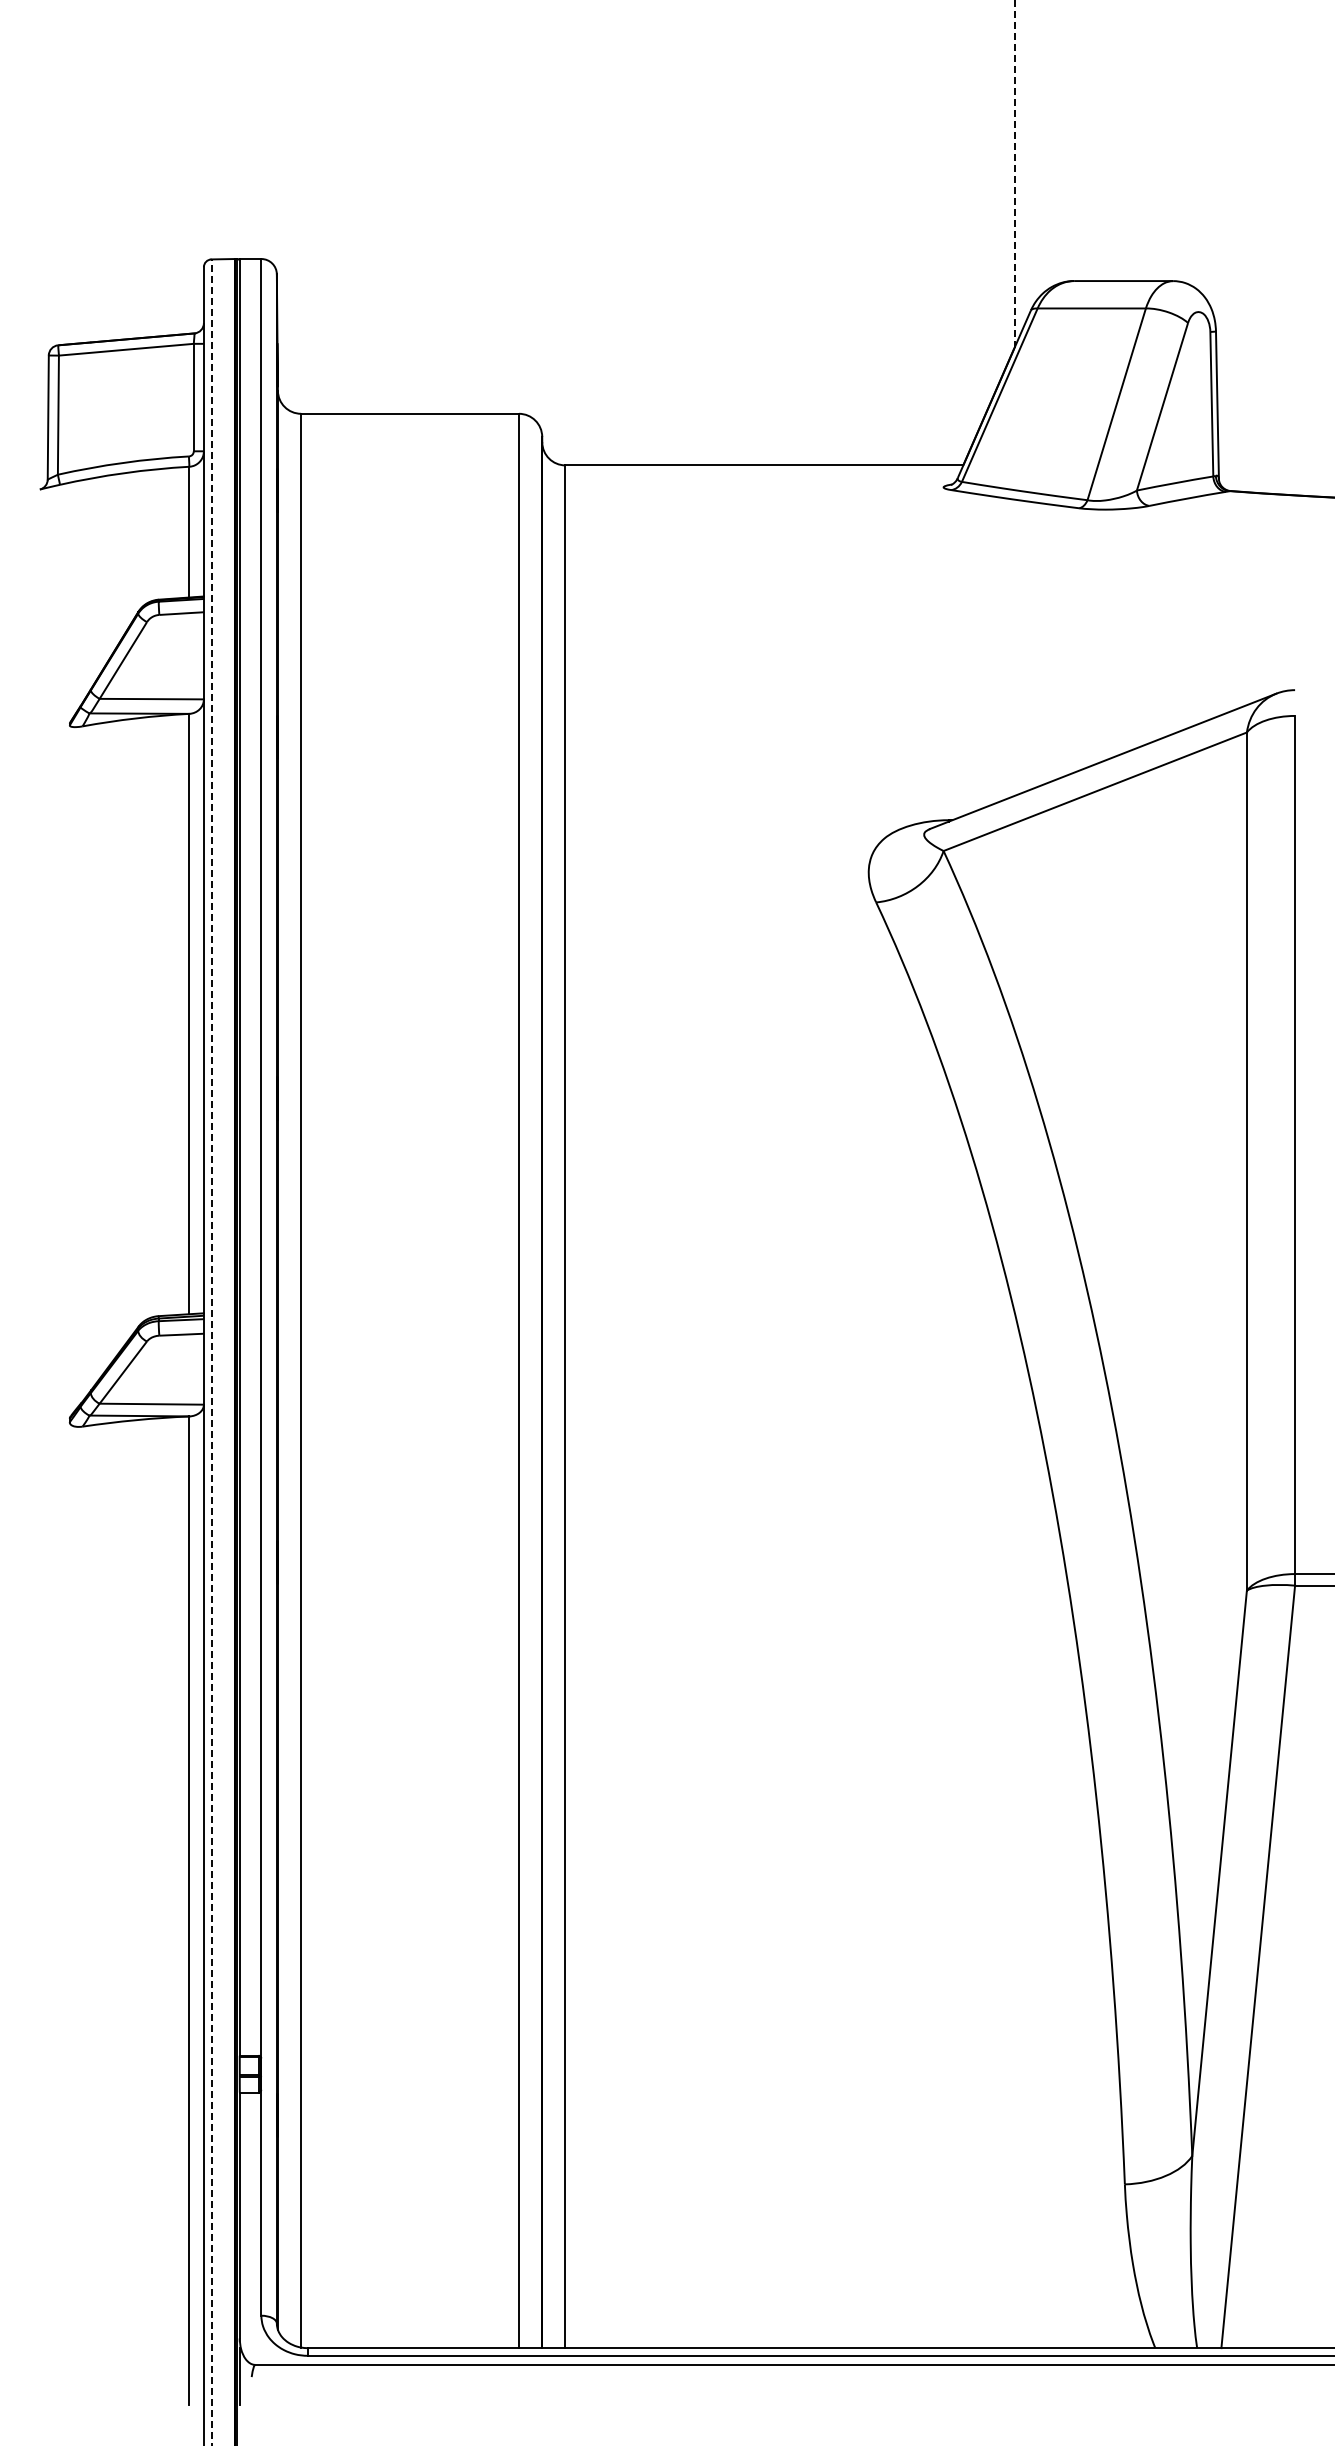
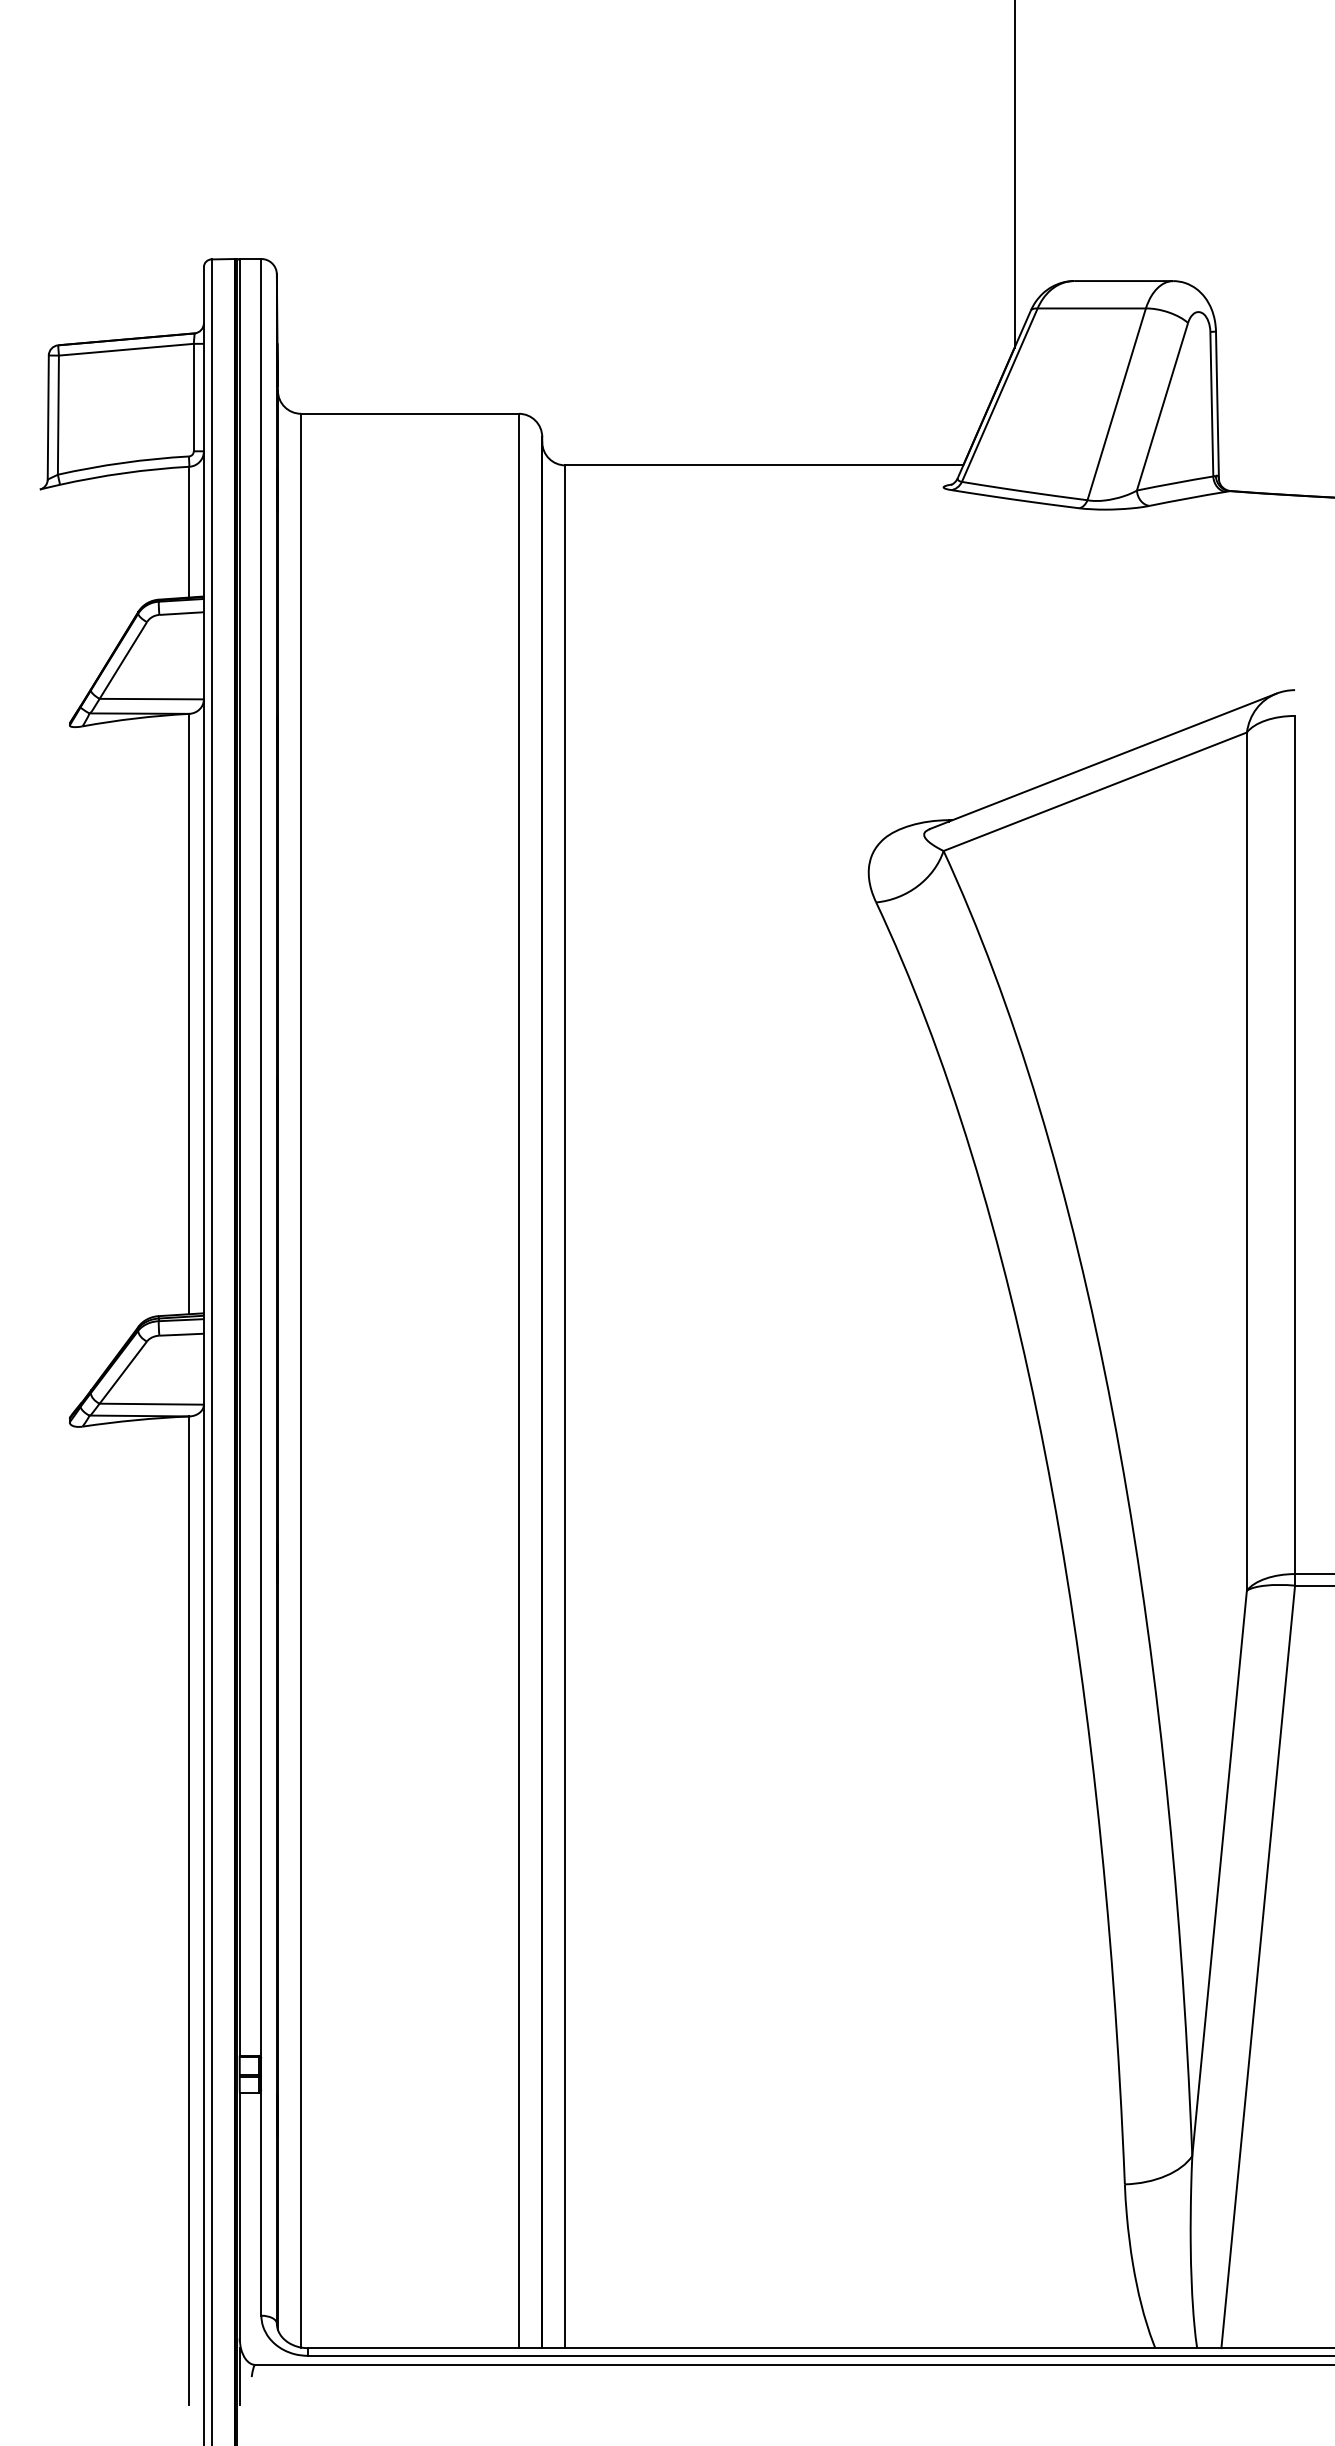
line at (1014, 174): dashed -> solid
line at (211, 1352): dashed -> solid
